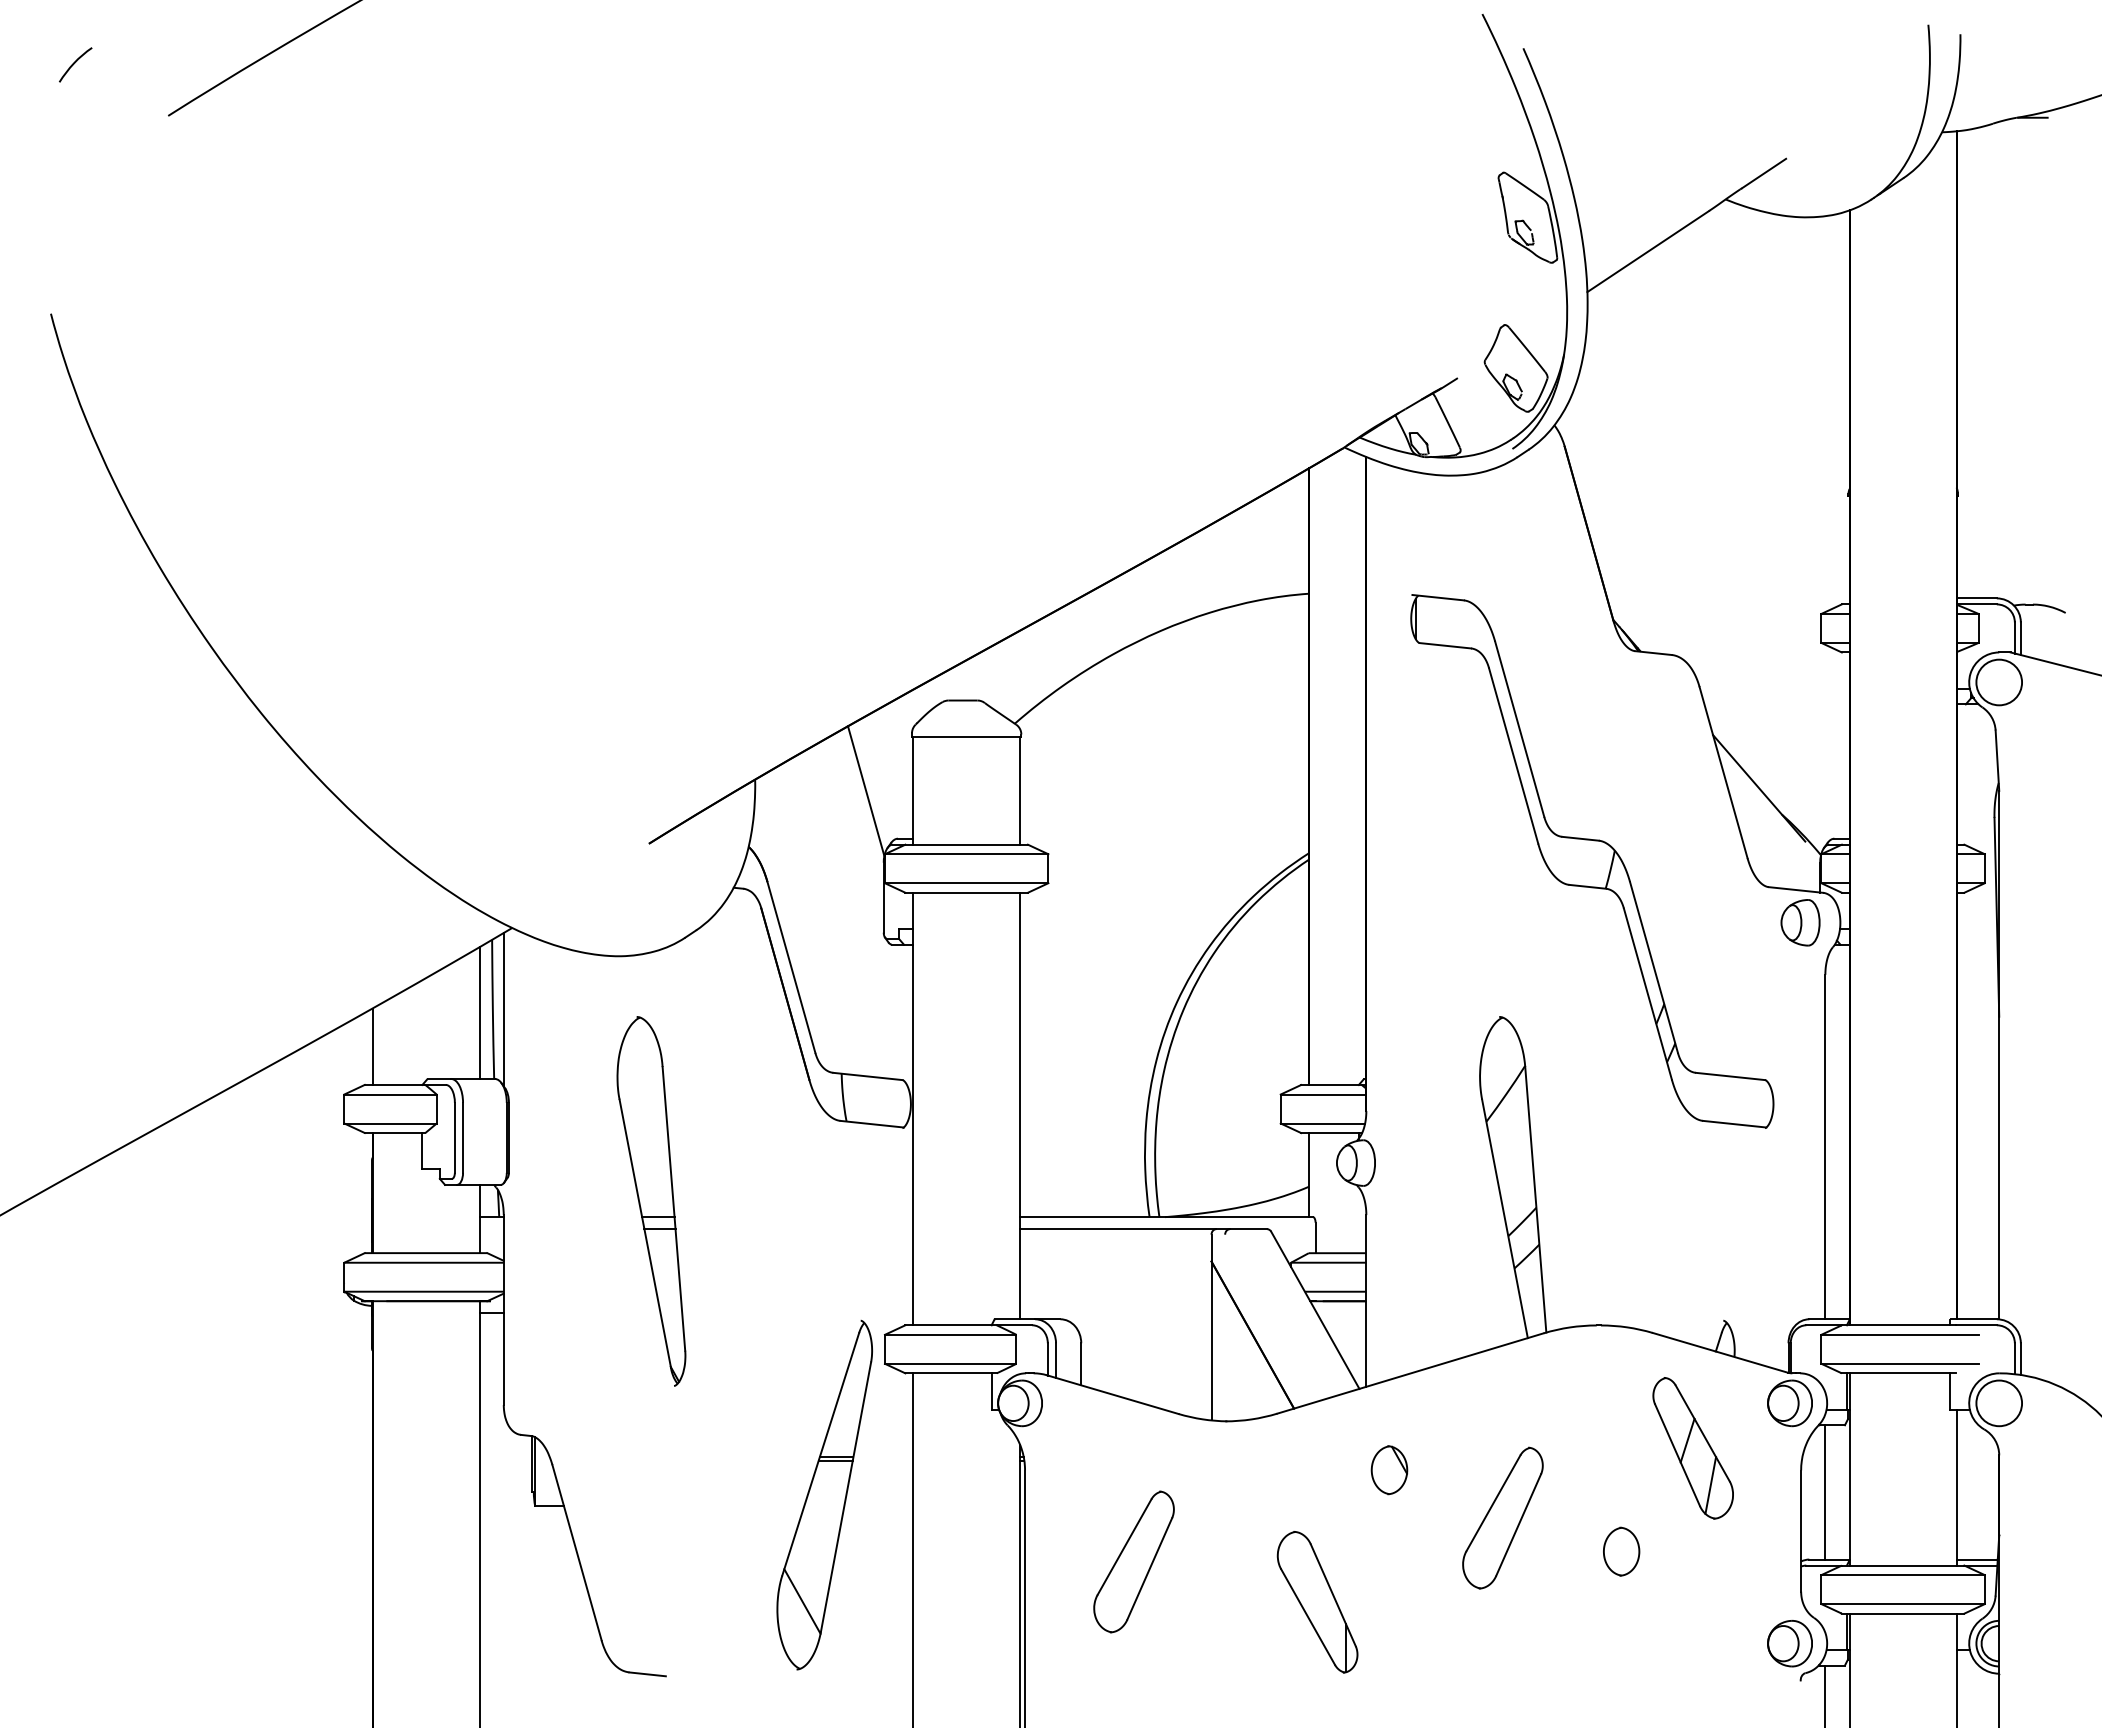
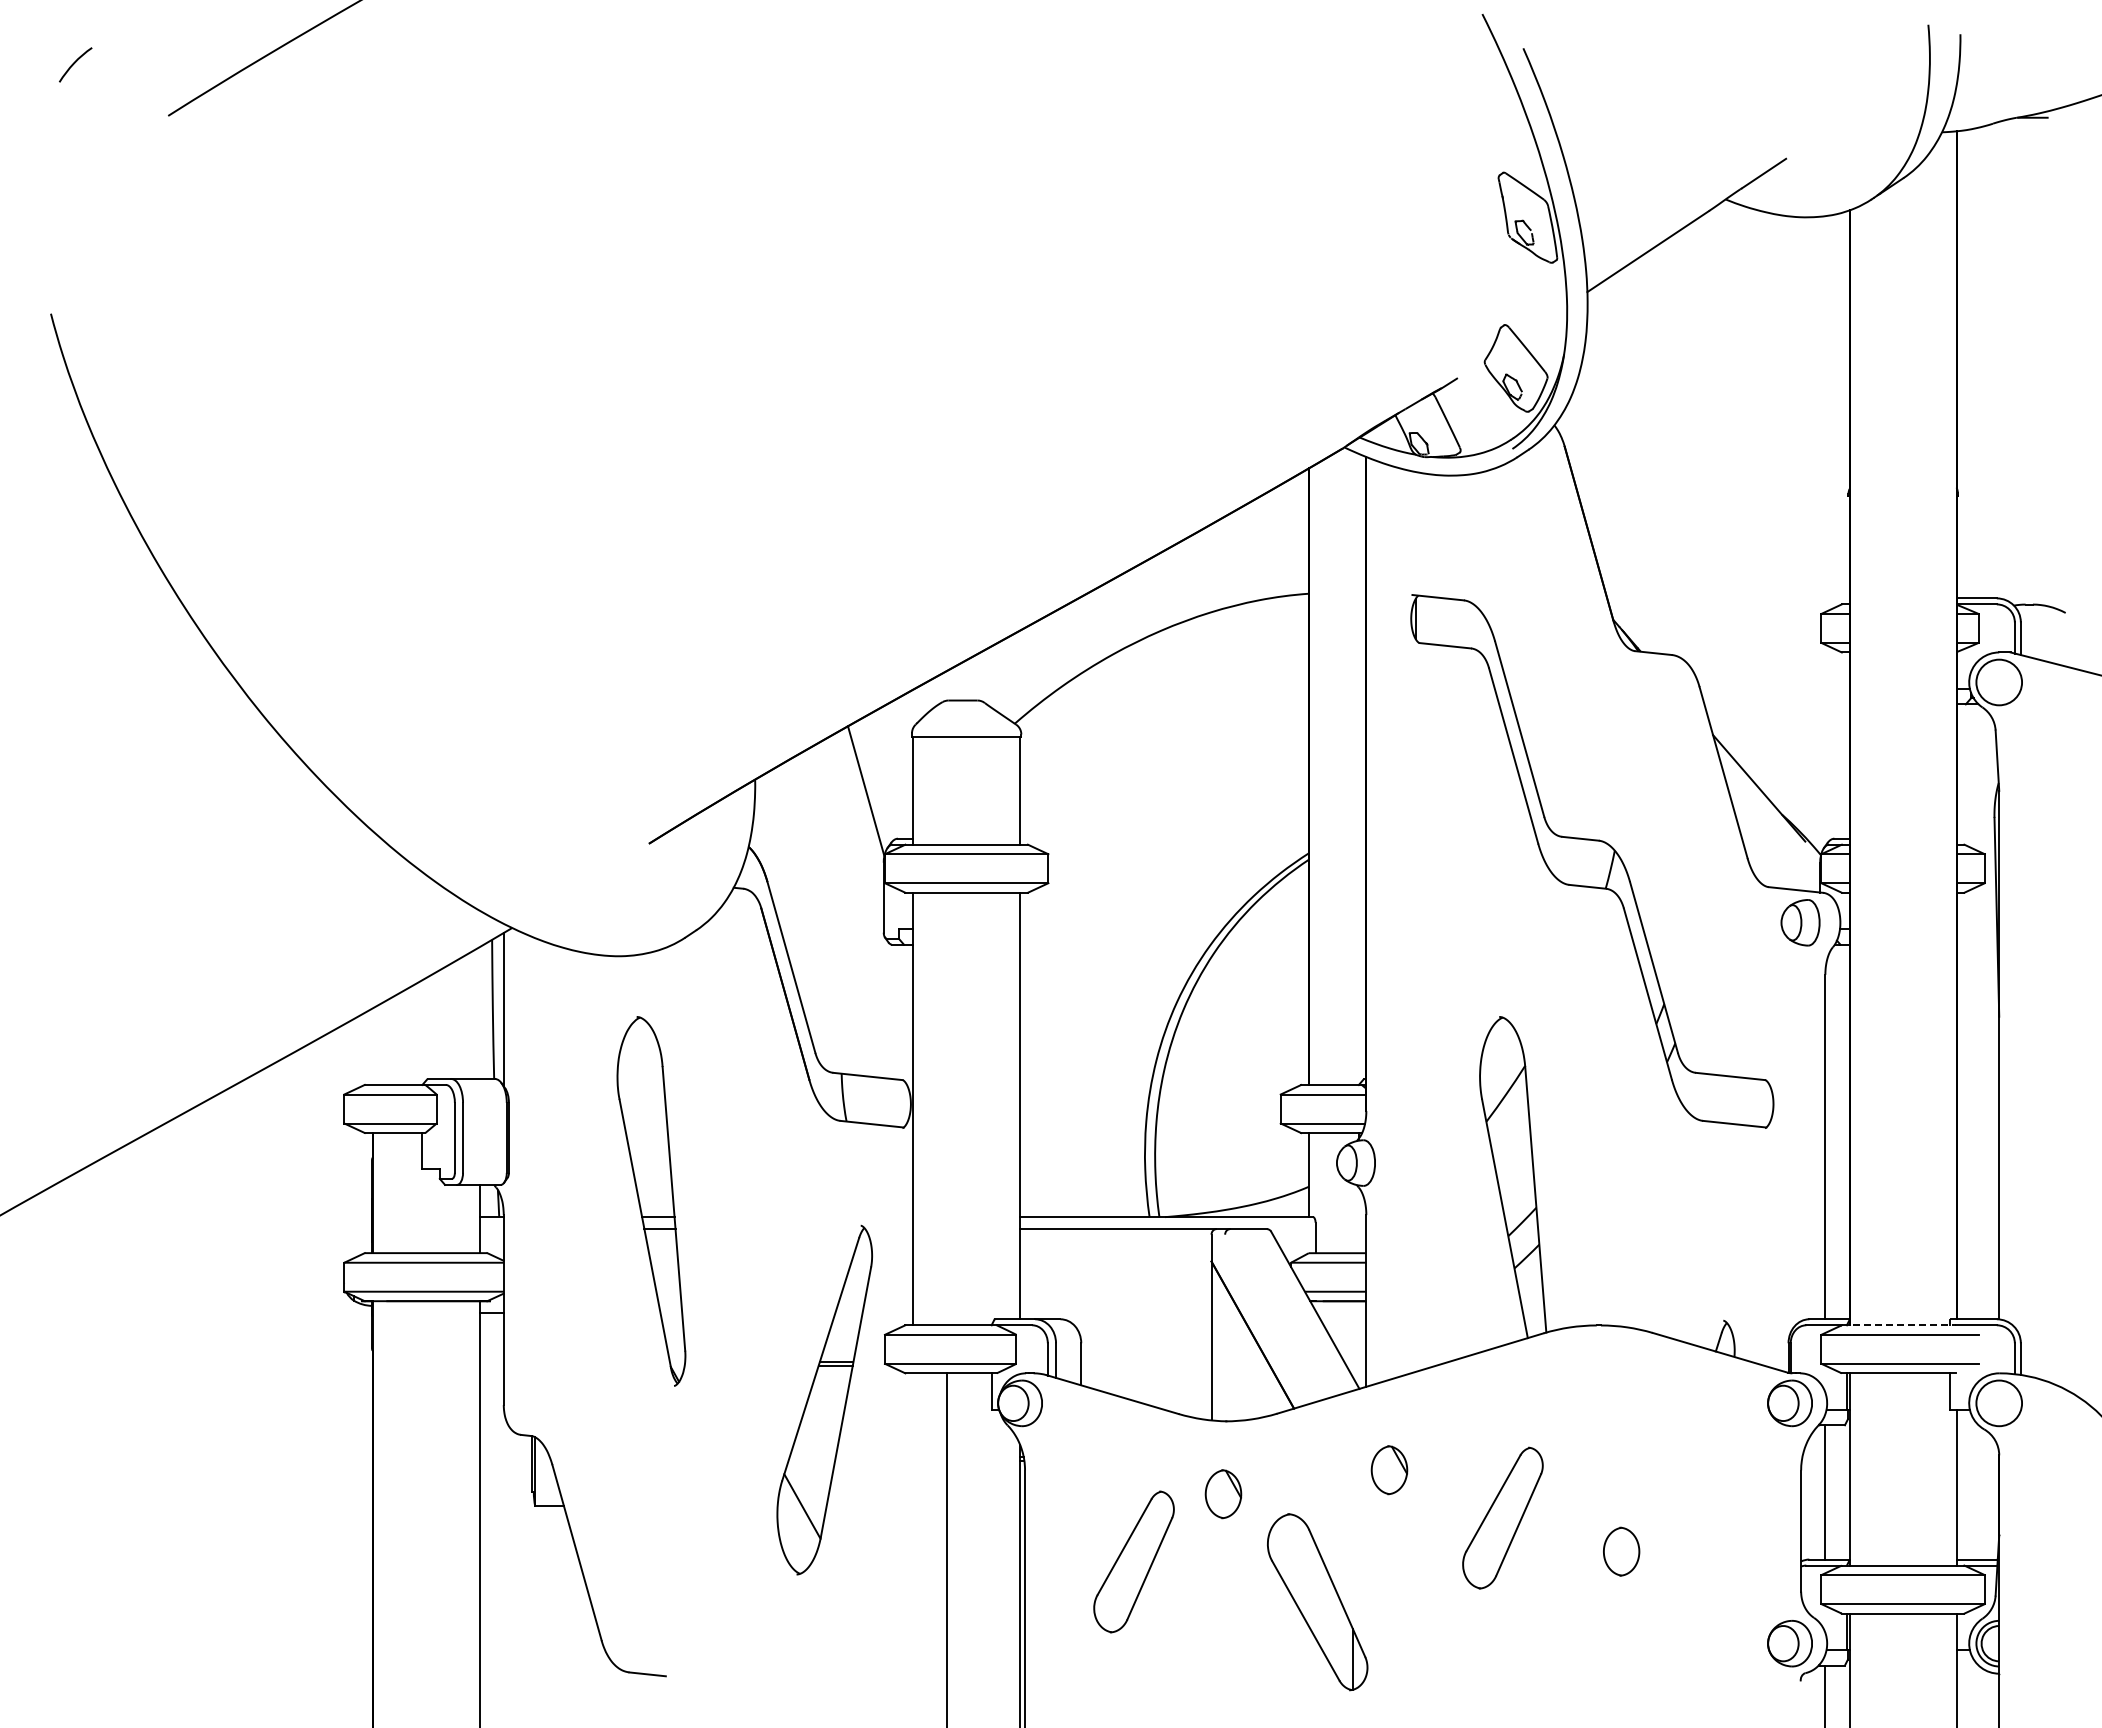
line at (479, 1012): present -> none
line at (372, 1046): present -> none
line at (1899, 1325): solid -> dashed
part at (1692, 1448): present -> none
part at (824, 1494) position: (824, 1494) -> (824, 1399)
part at (1223, 1494): none -> present
line at (913, 1548) position: (913, 1548) -> (947, 1548)
part at (1317, 1602) size: 83x143 px -> 102x179 px
